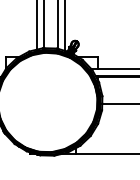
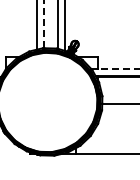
line at (44, 24): solid -> dashed
line at (119, 69): solid -> dashed
